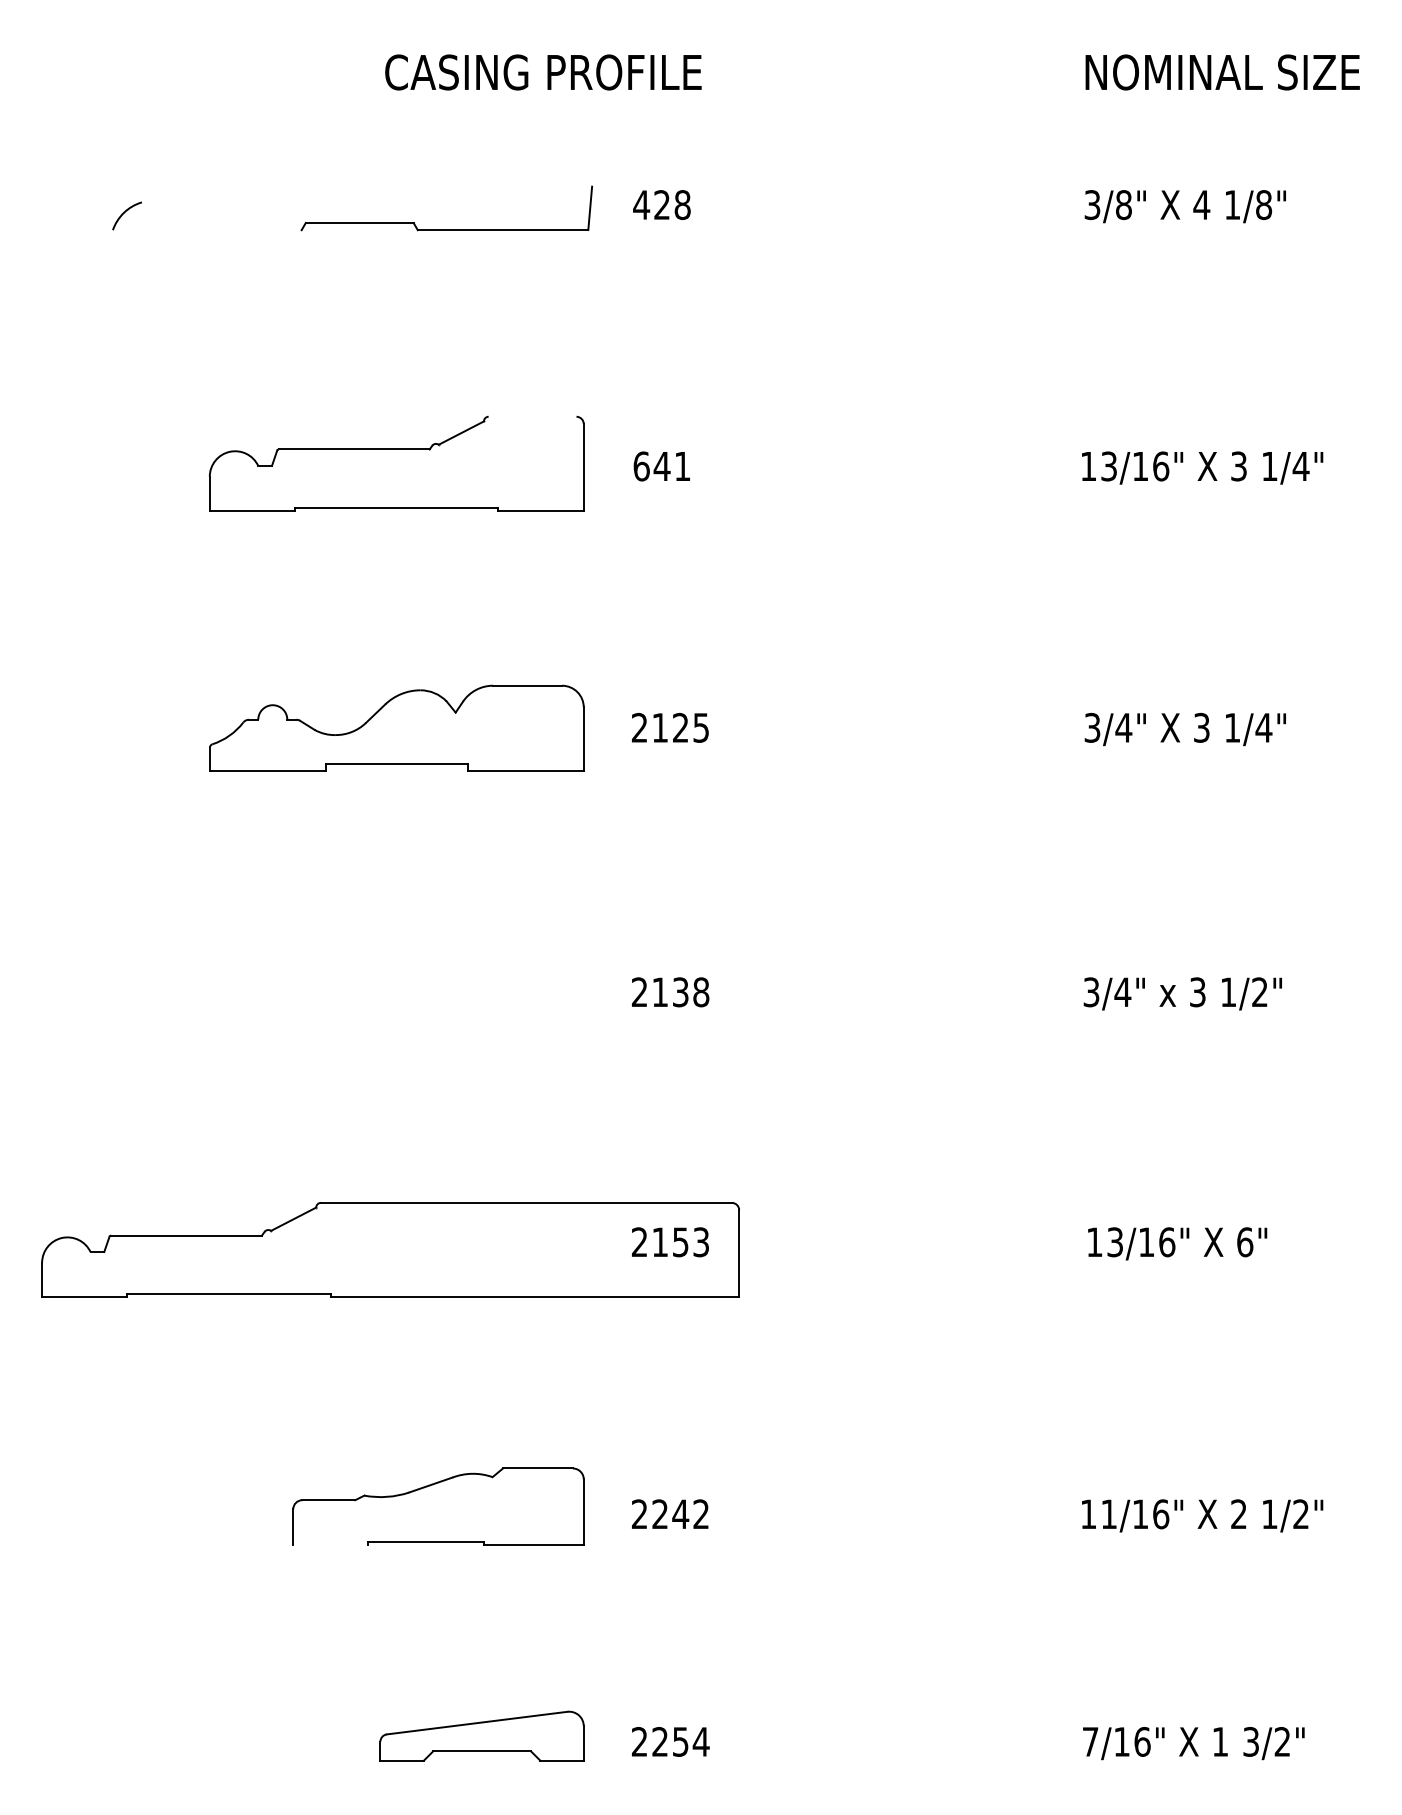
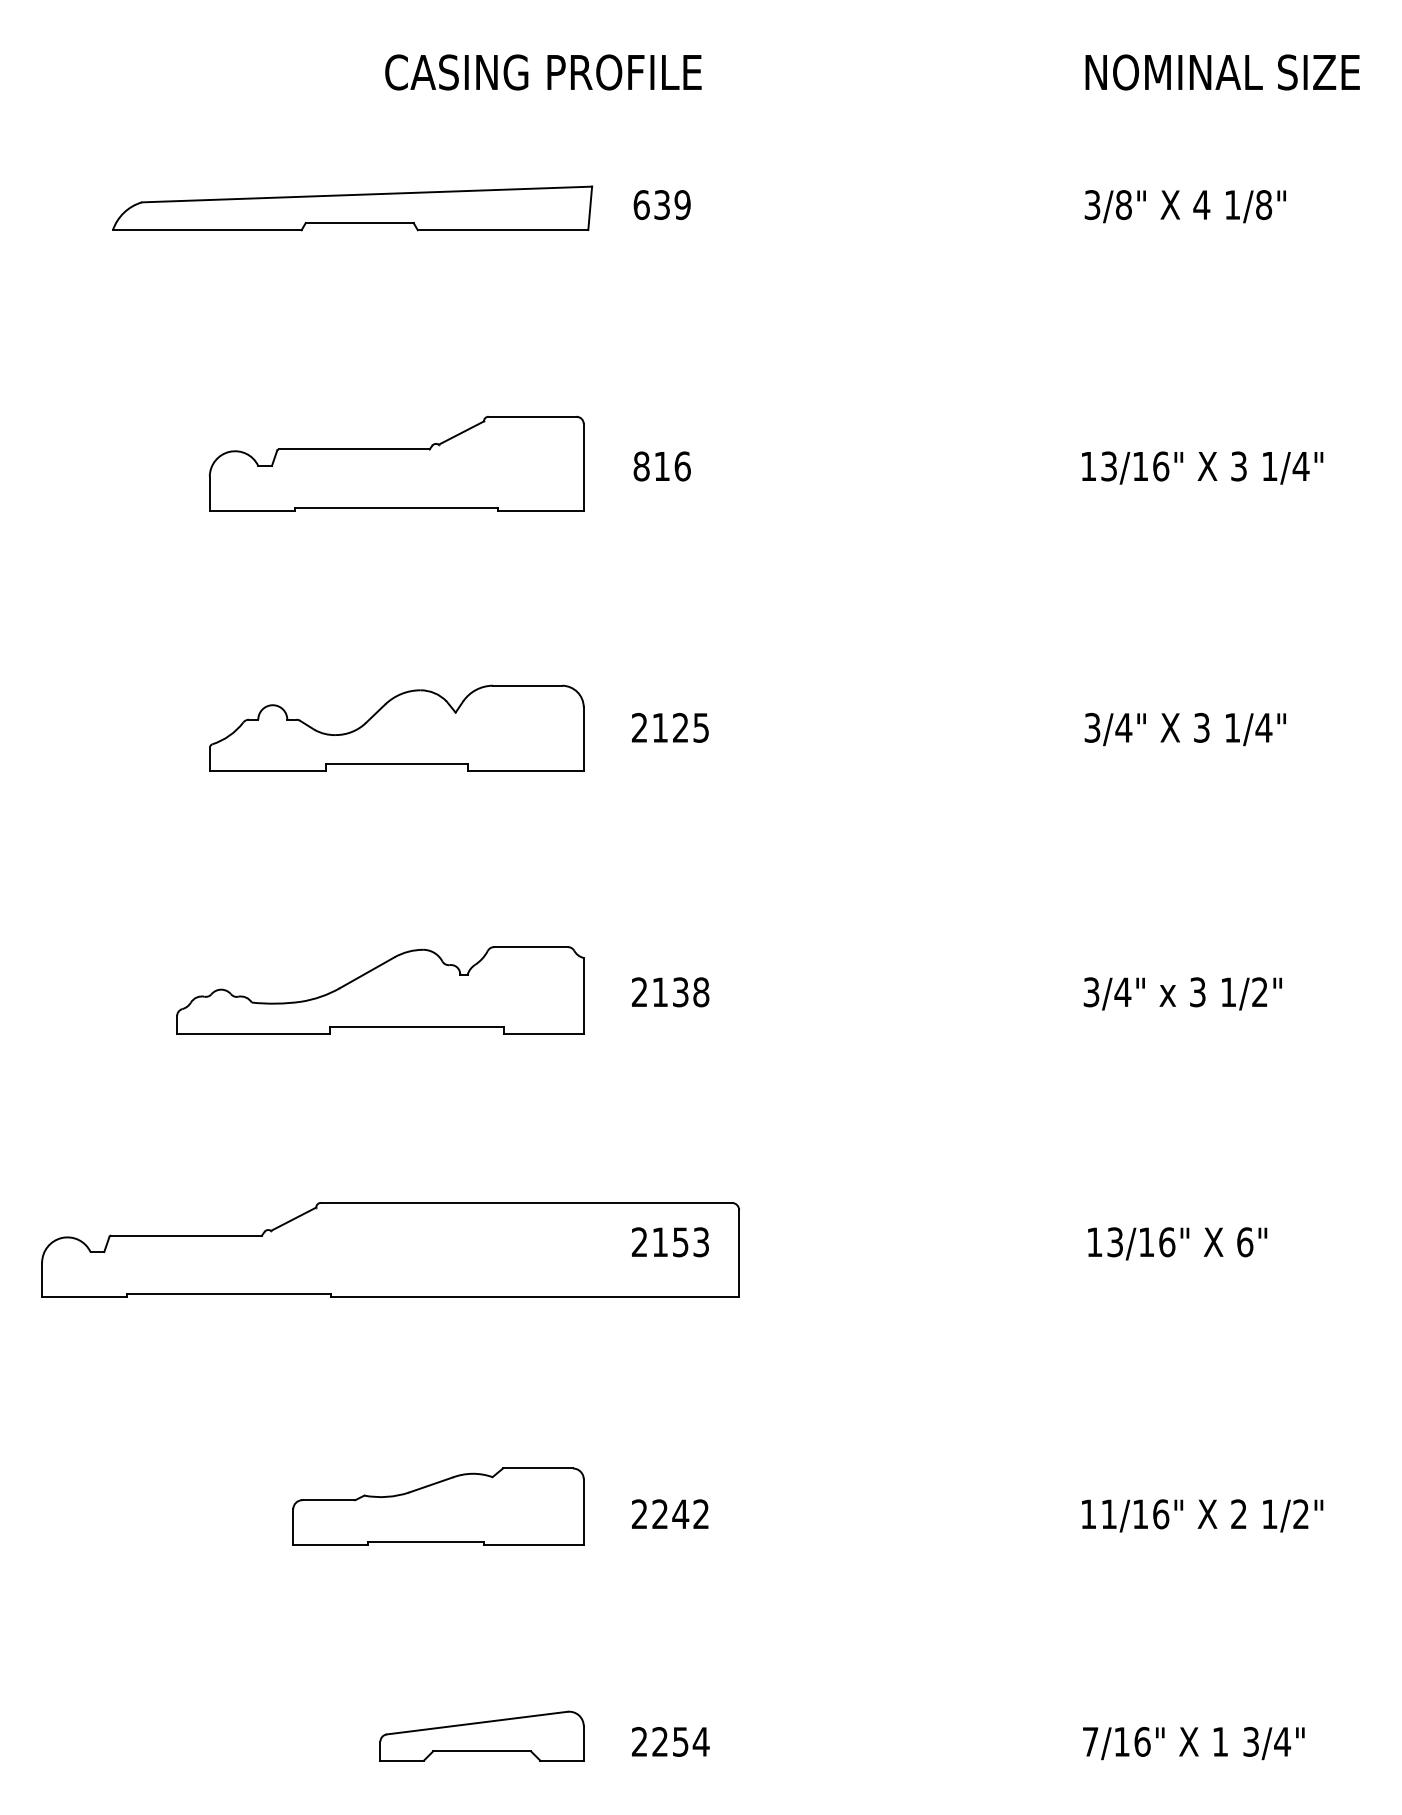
line at (366, 194): none -> present
text at (661, 205): 428 -> 639
line at (206, 230): none -> present
line at (532, 416): none -> present
text at (661, 466): 641 -> 816
part at (380, 990): none -> present
line at (330, 1545): none -> present
text at (1282, 1741): 3/2" -> 3/4"
